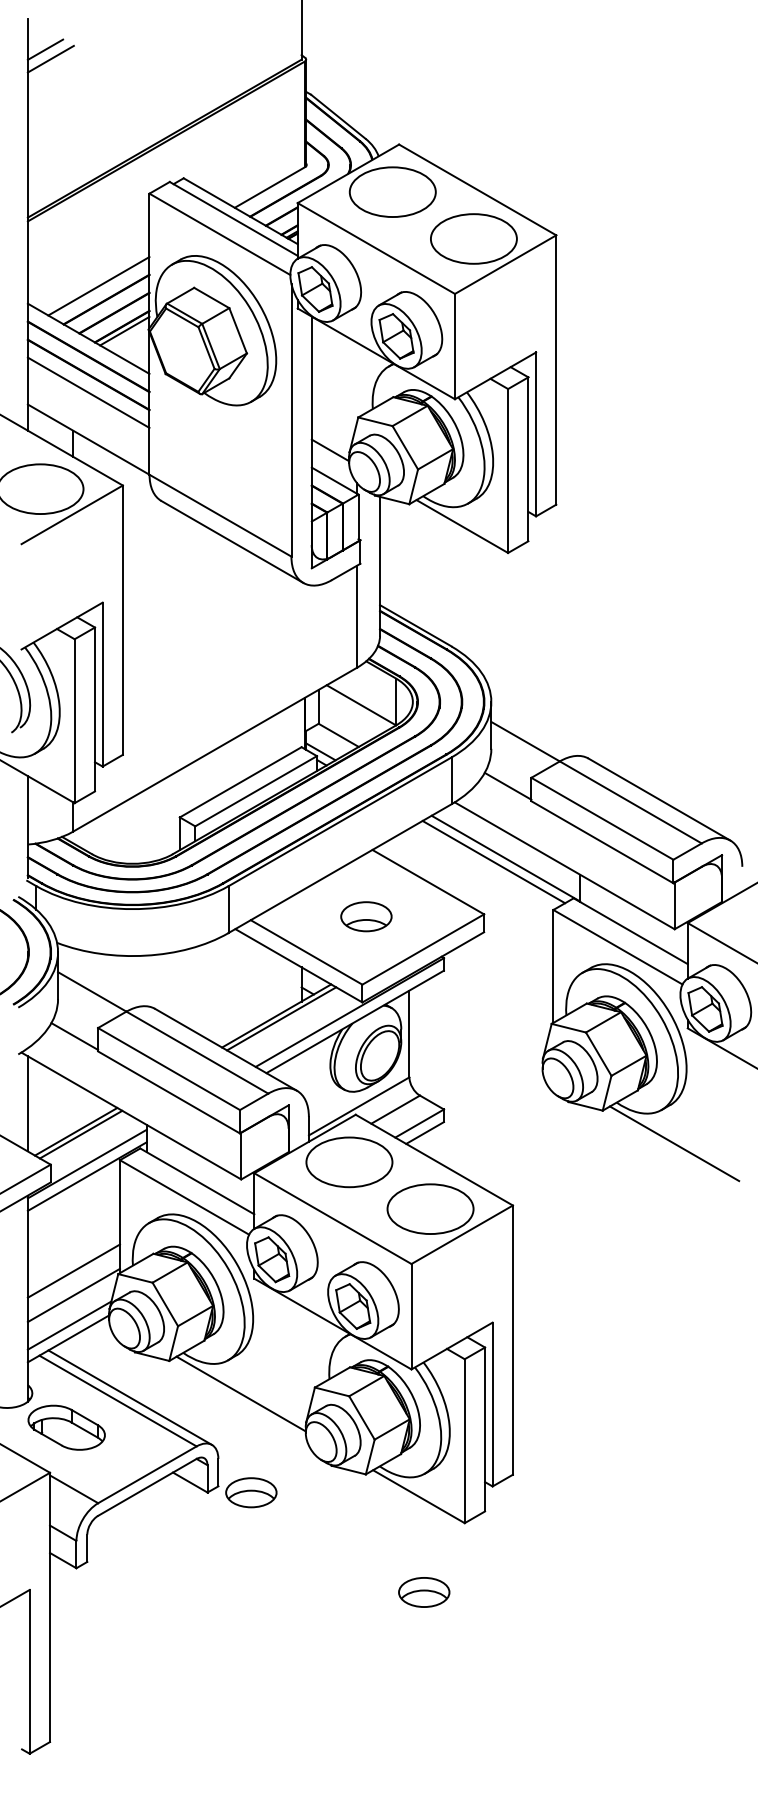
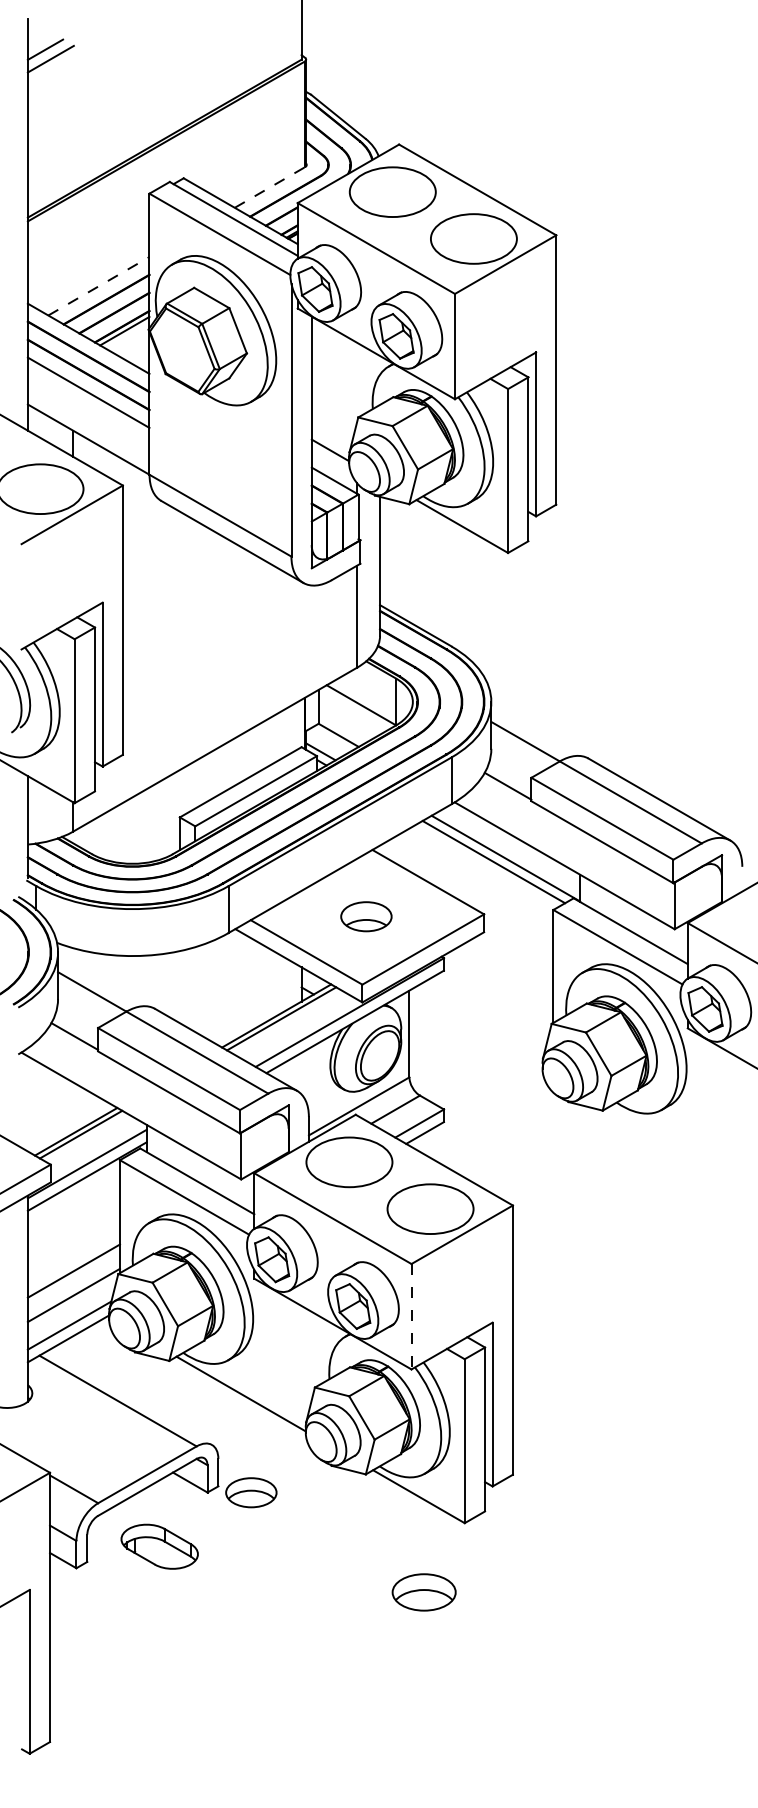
line at (270, 187): solid -> dashed
line at (99, 286): solid -> dashed
line at (27, 1103): present -> none
line at (674, 1143): present -> none
line at (411, 1316): solid -> dashed
line at (130, 1397): present -> none
part at (66, 1427) position: (66, 1427) -> (159, 1546)
part at (424, 1592) size: 53x31 px -> 66x39 px
